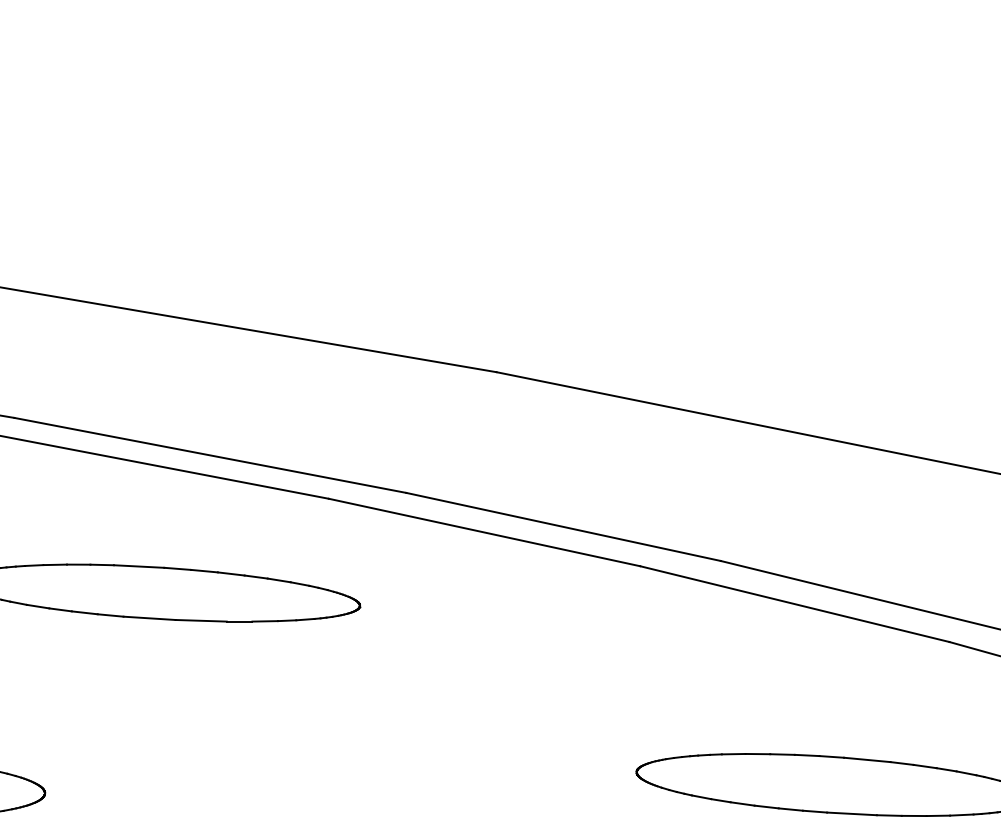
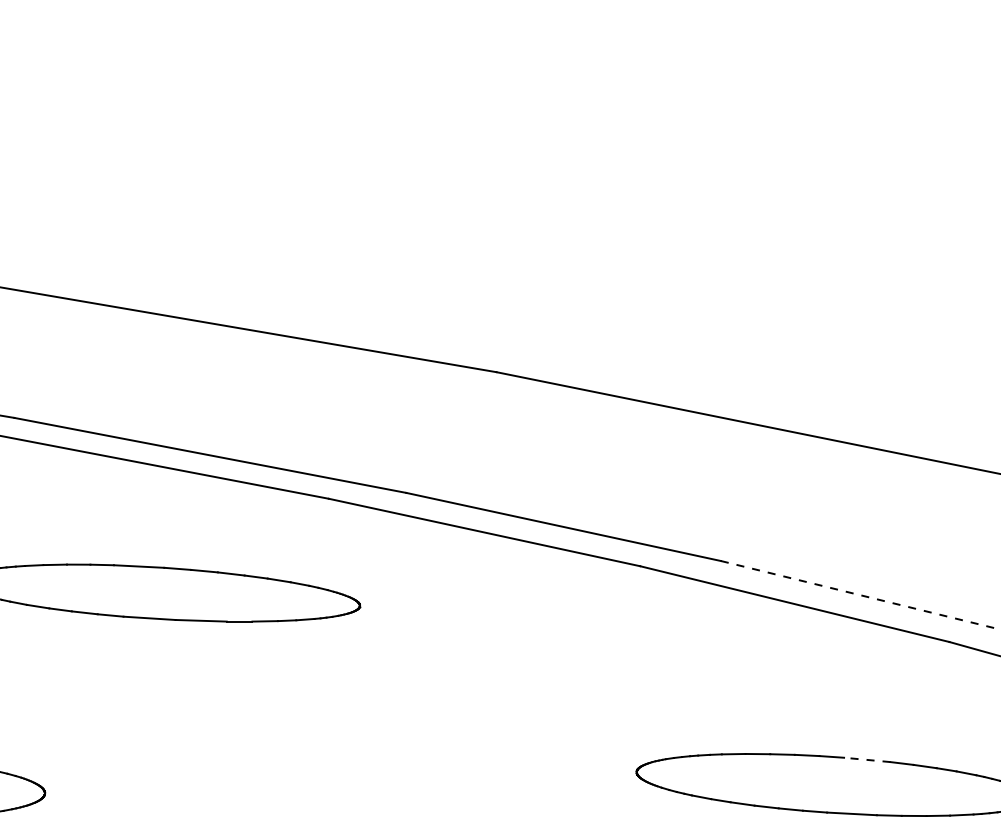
line at (860, 595): solid -> dashed
line at (866, 759): solid -> dashed
